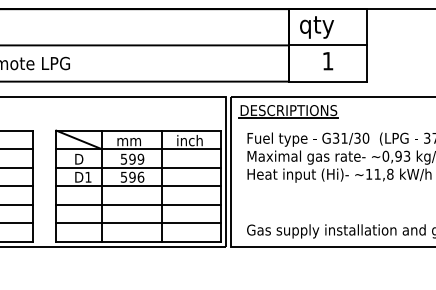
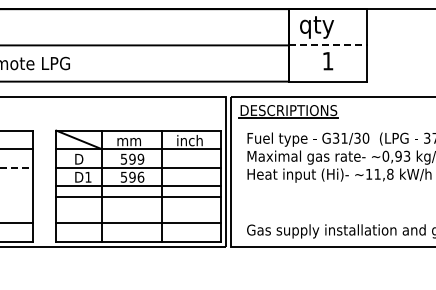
line at (328, 45): solid -> dashed
line at (17, 167): solid -> dashed
line at (17, 186): present -> none
line at (17, 204): present -> none
line at (138, 204) position: (138, 204) -> (138, 196)
